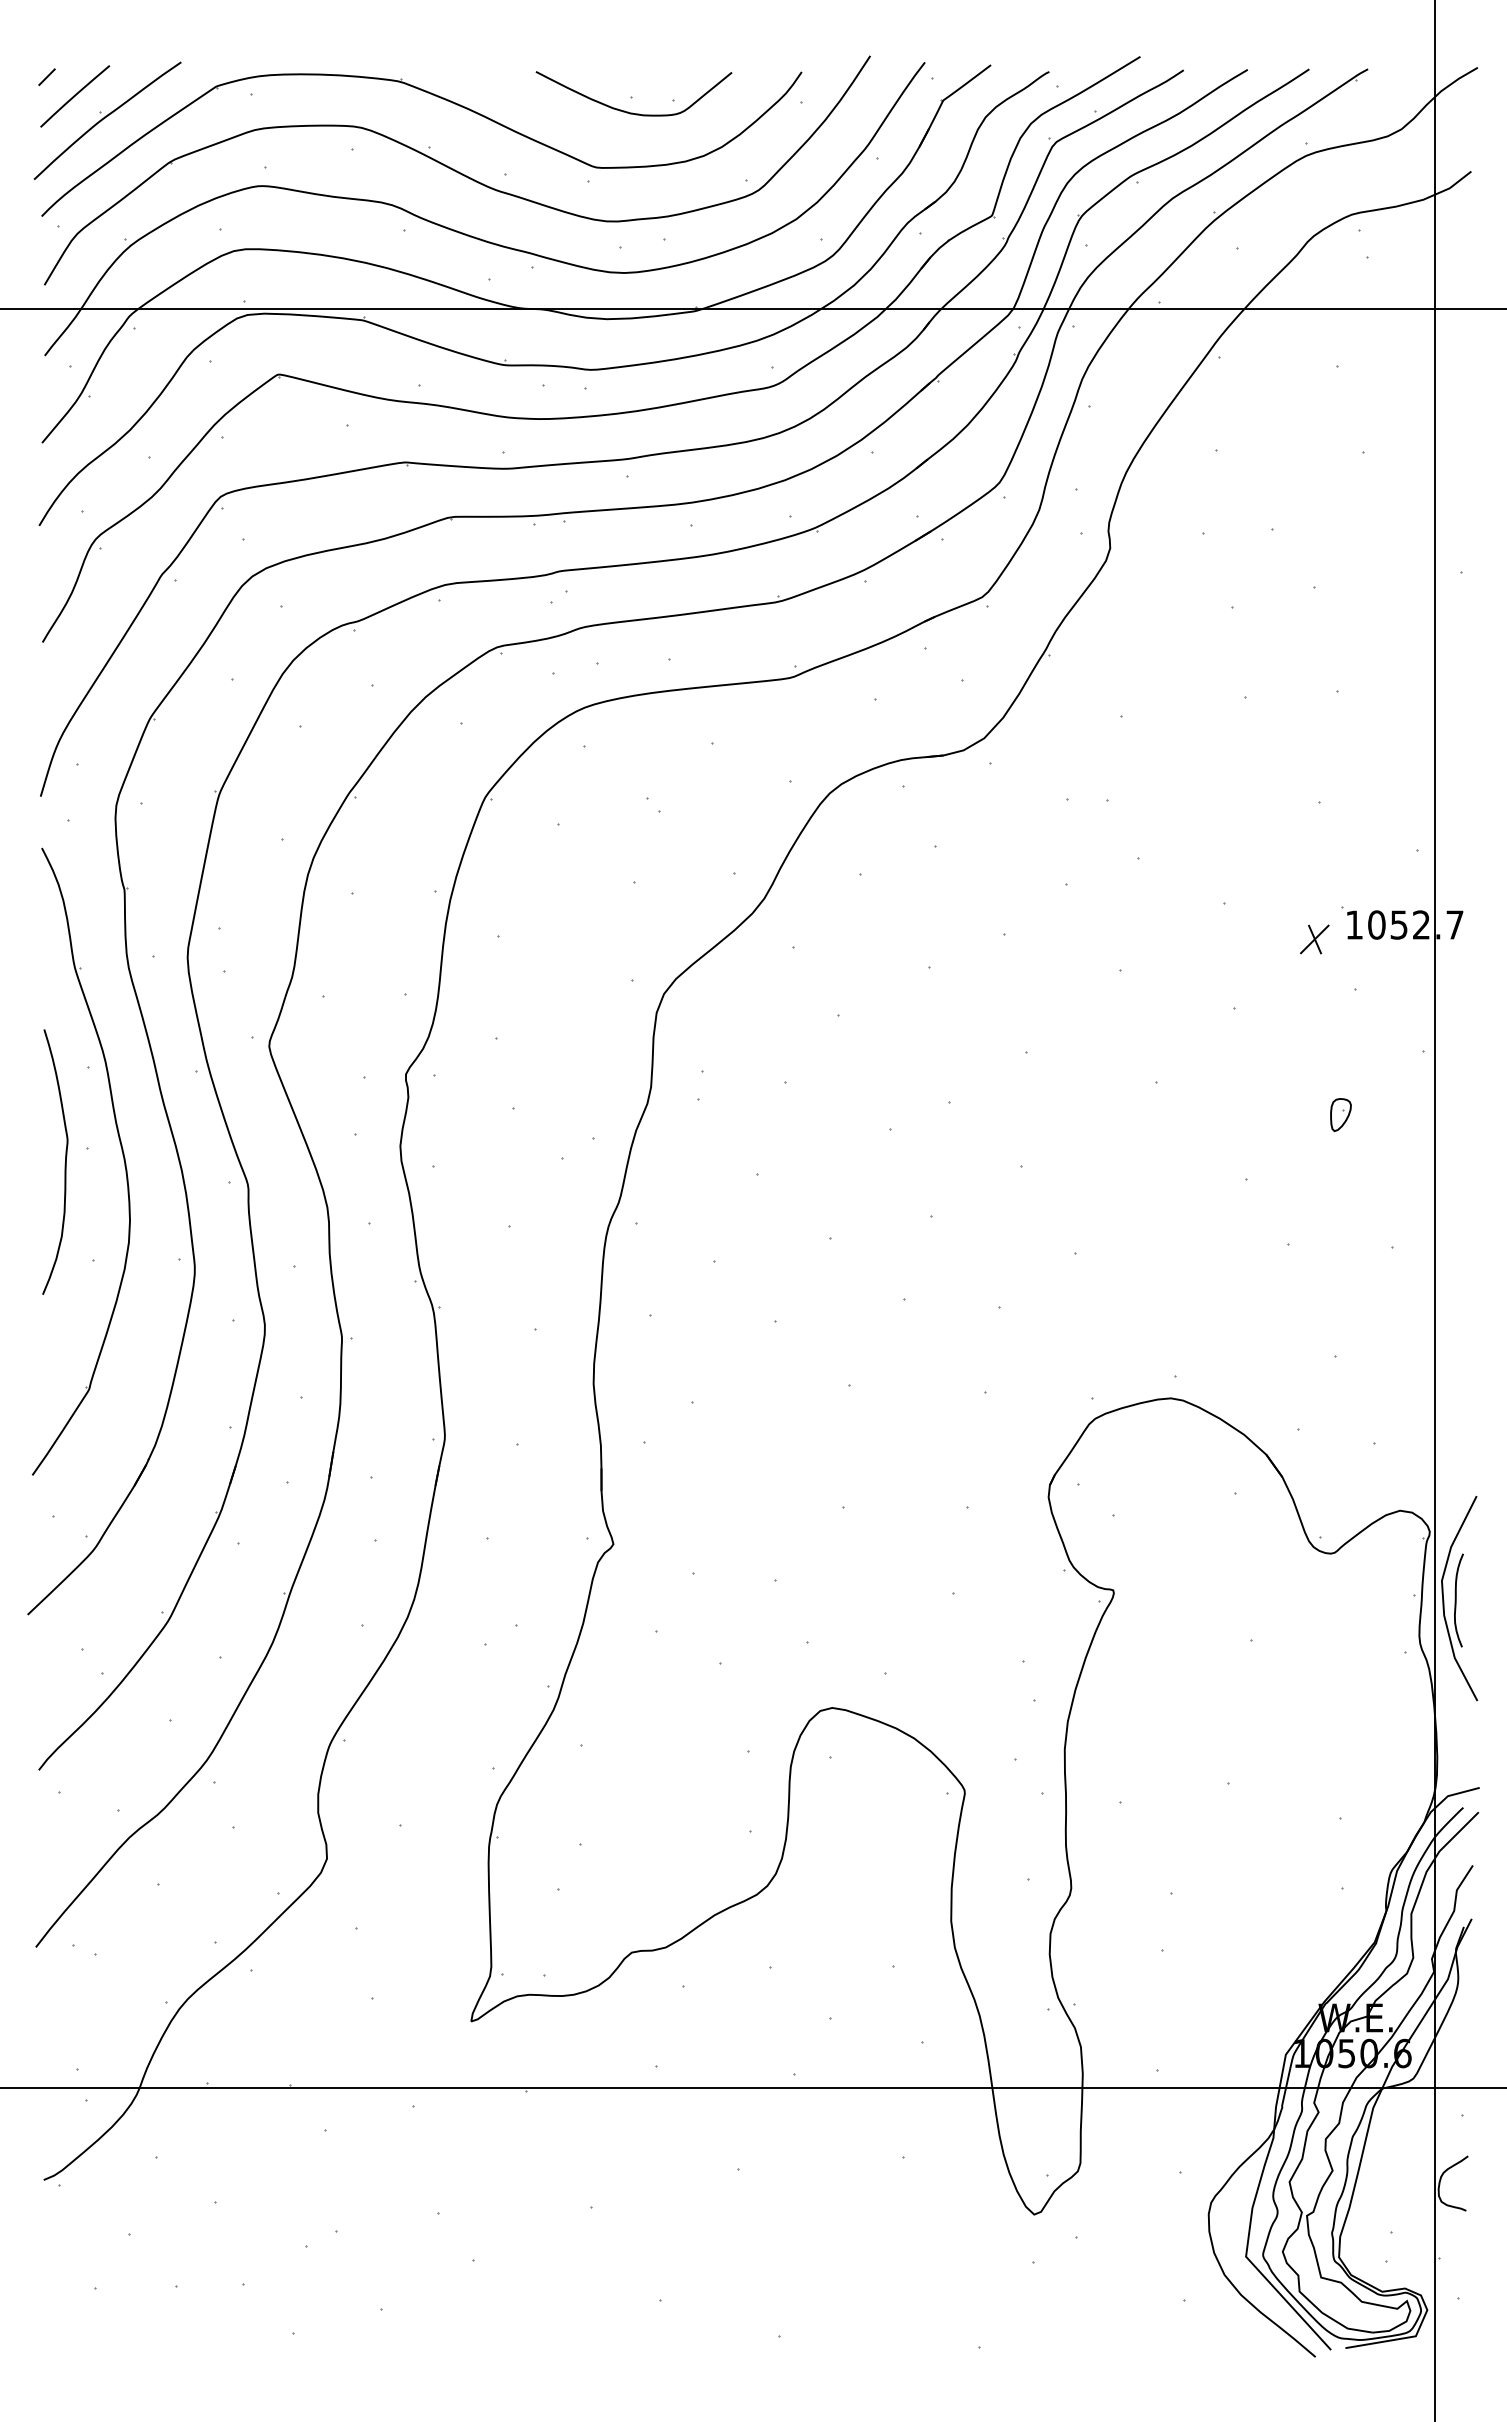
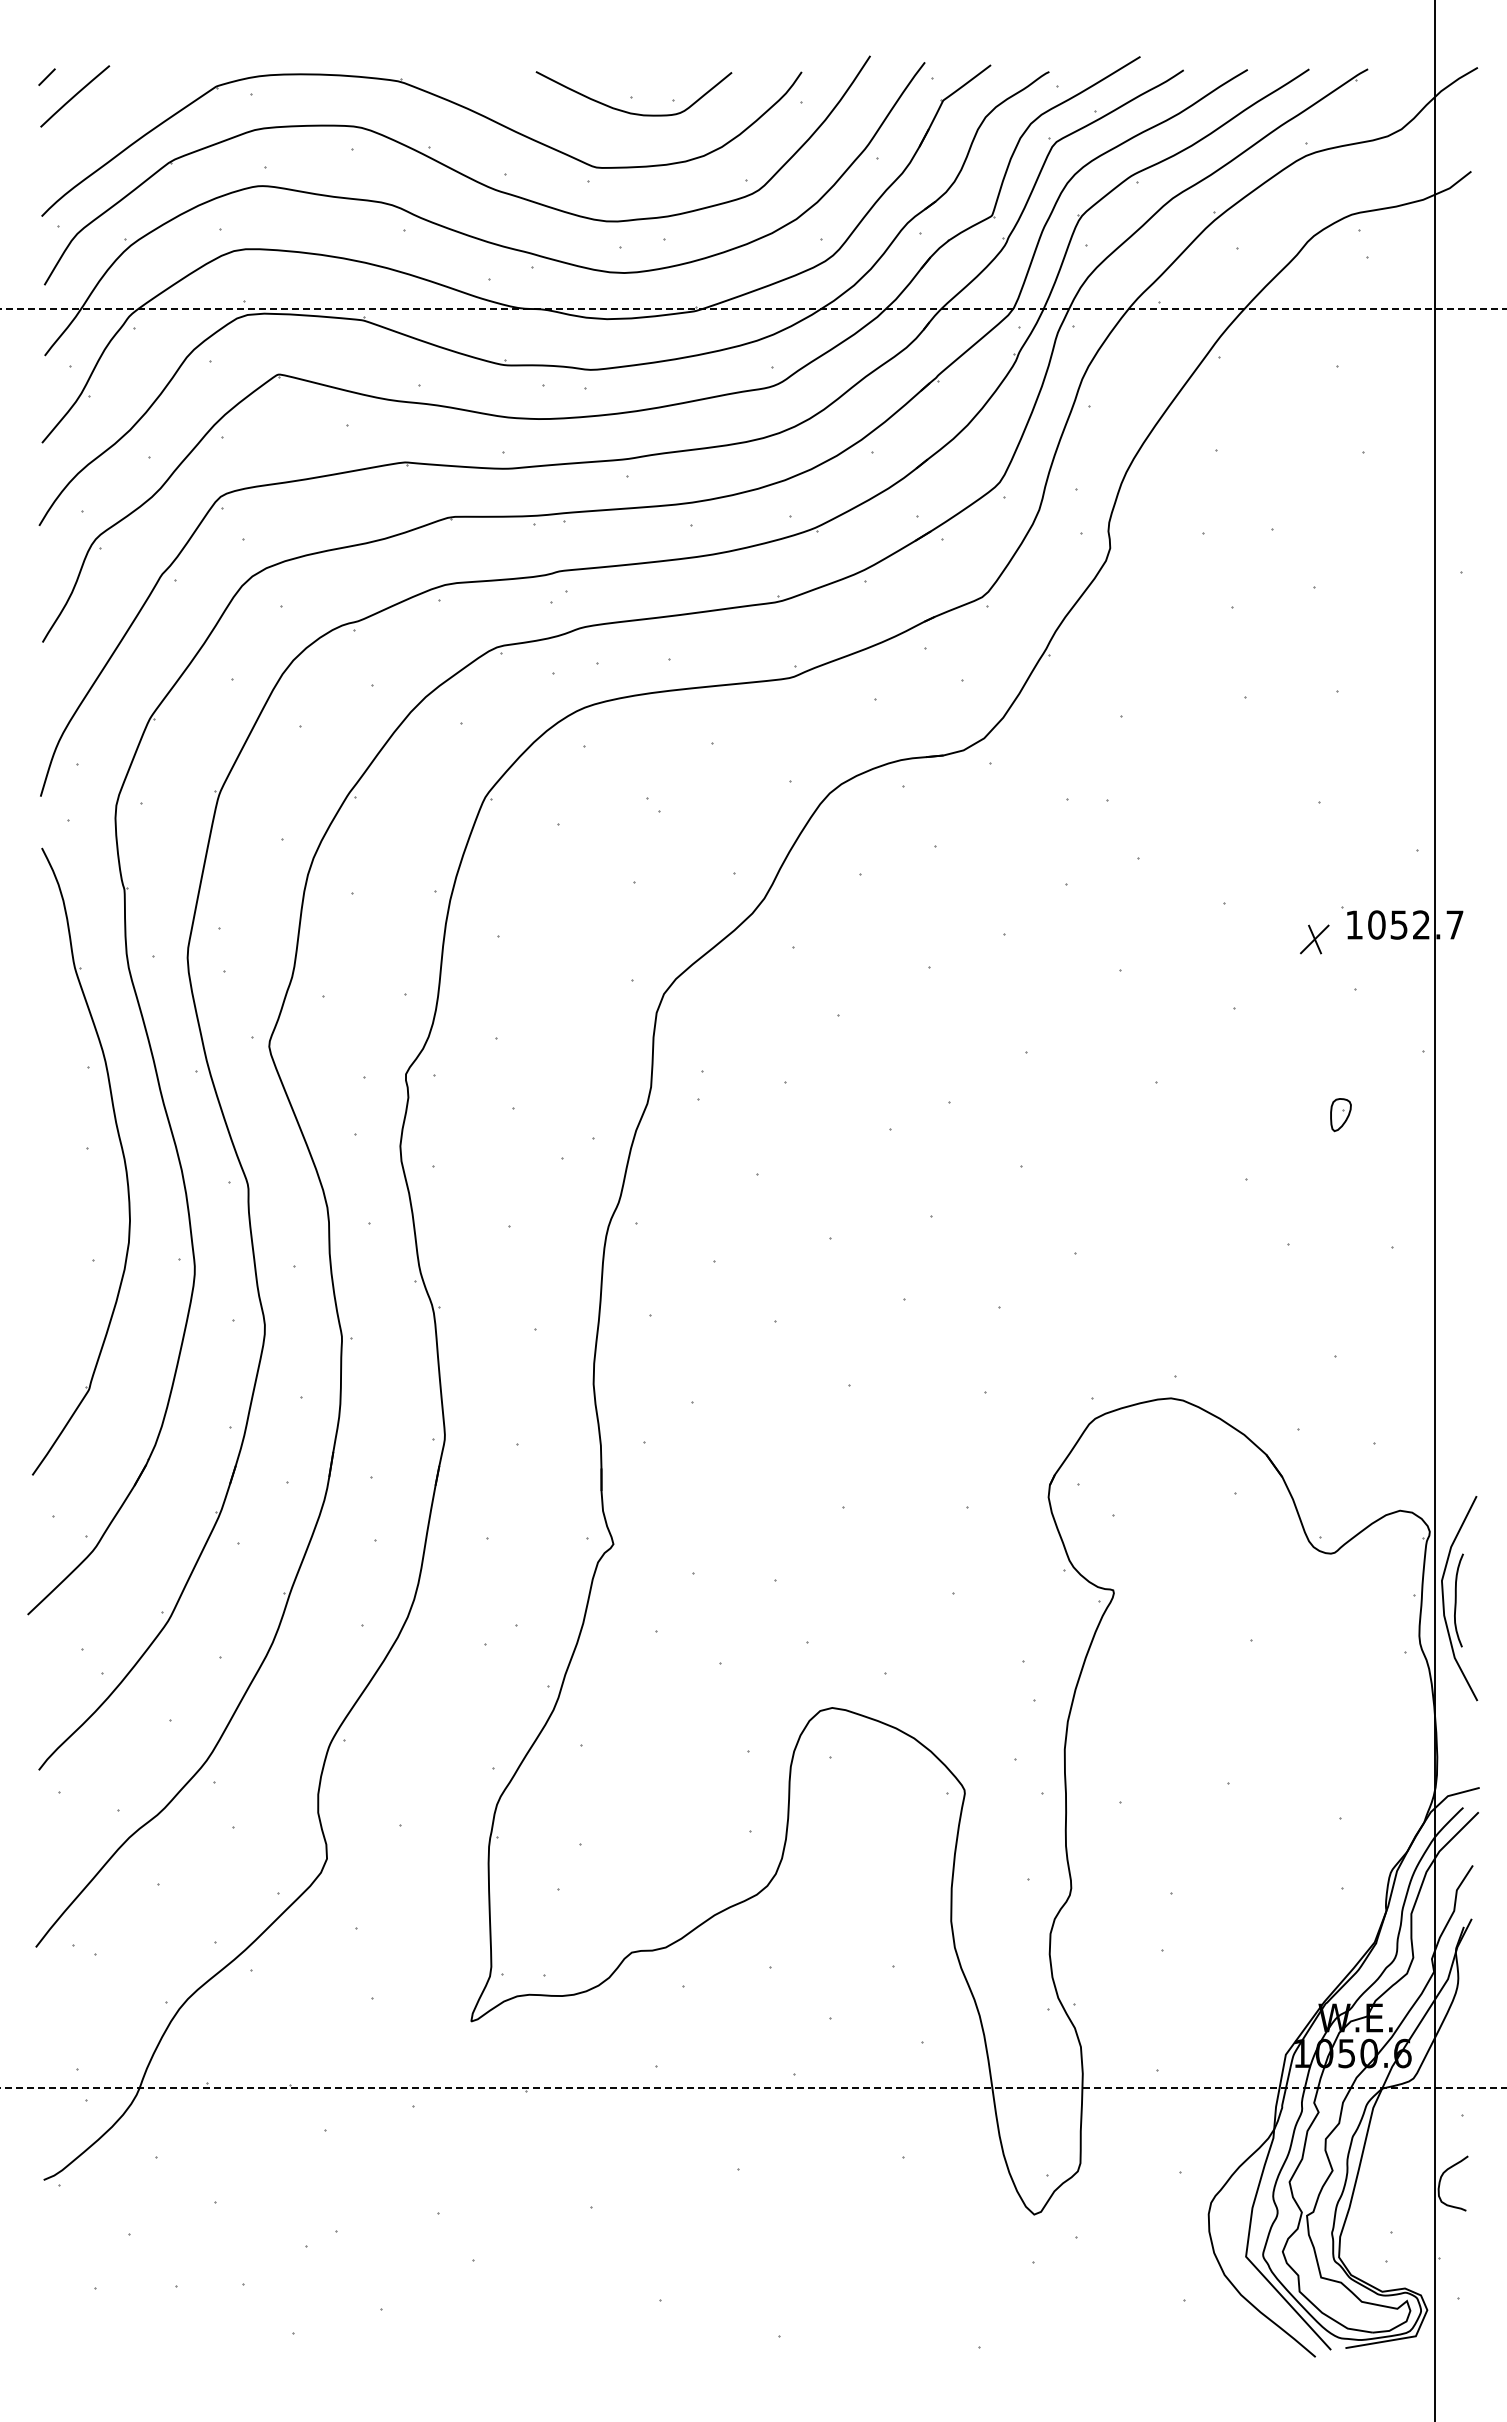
part at (107, 120): present -> none
line at (753, 308): solid -> dashed
curve at (64, 1164): present -> none
line at (753, 2087): solid -> dashed
